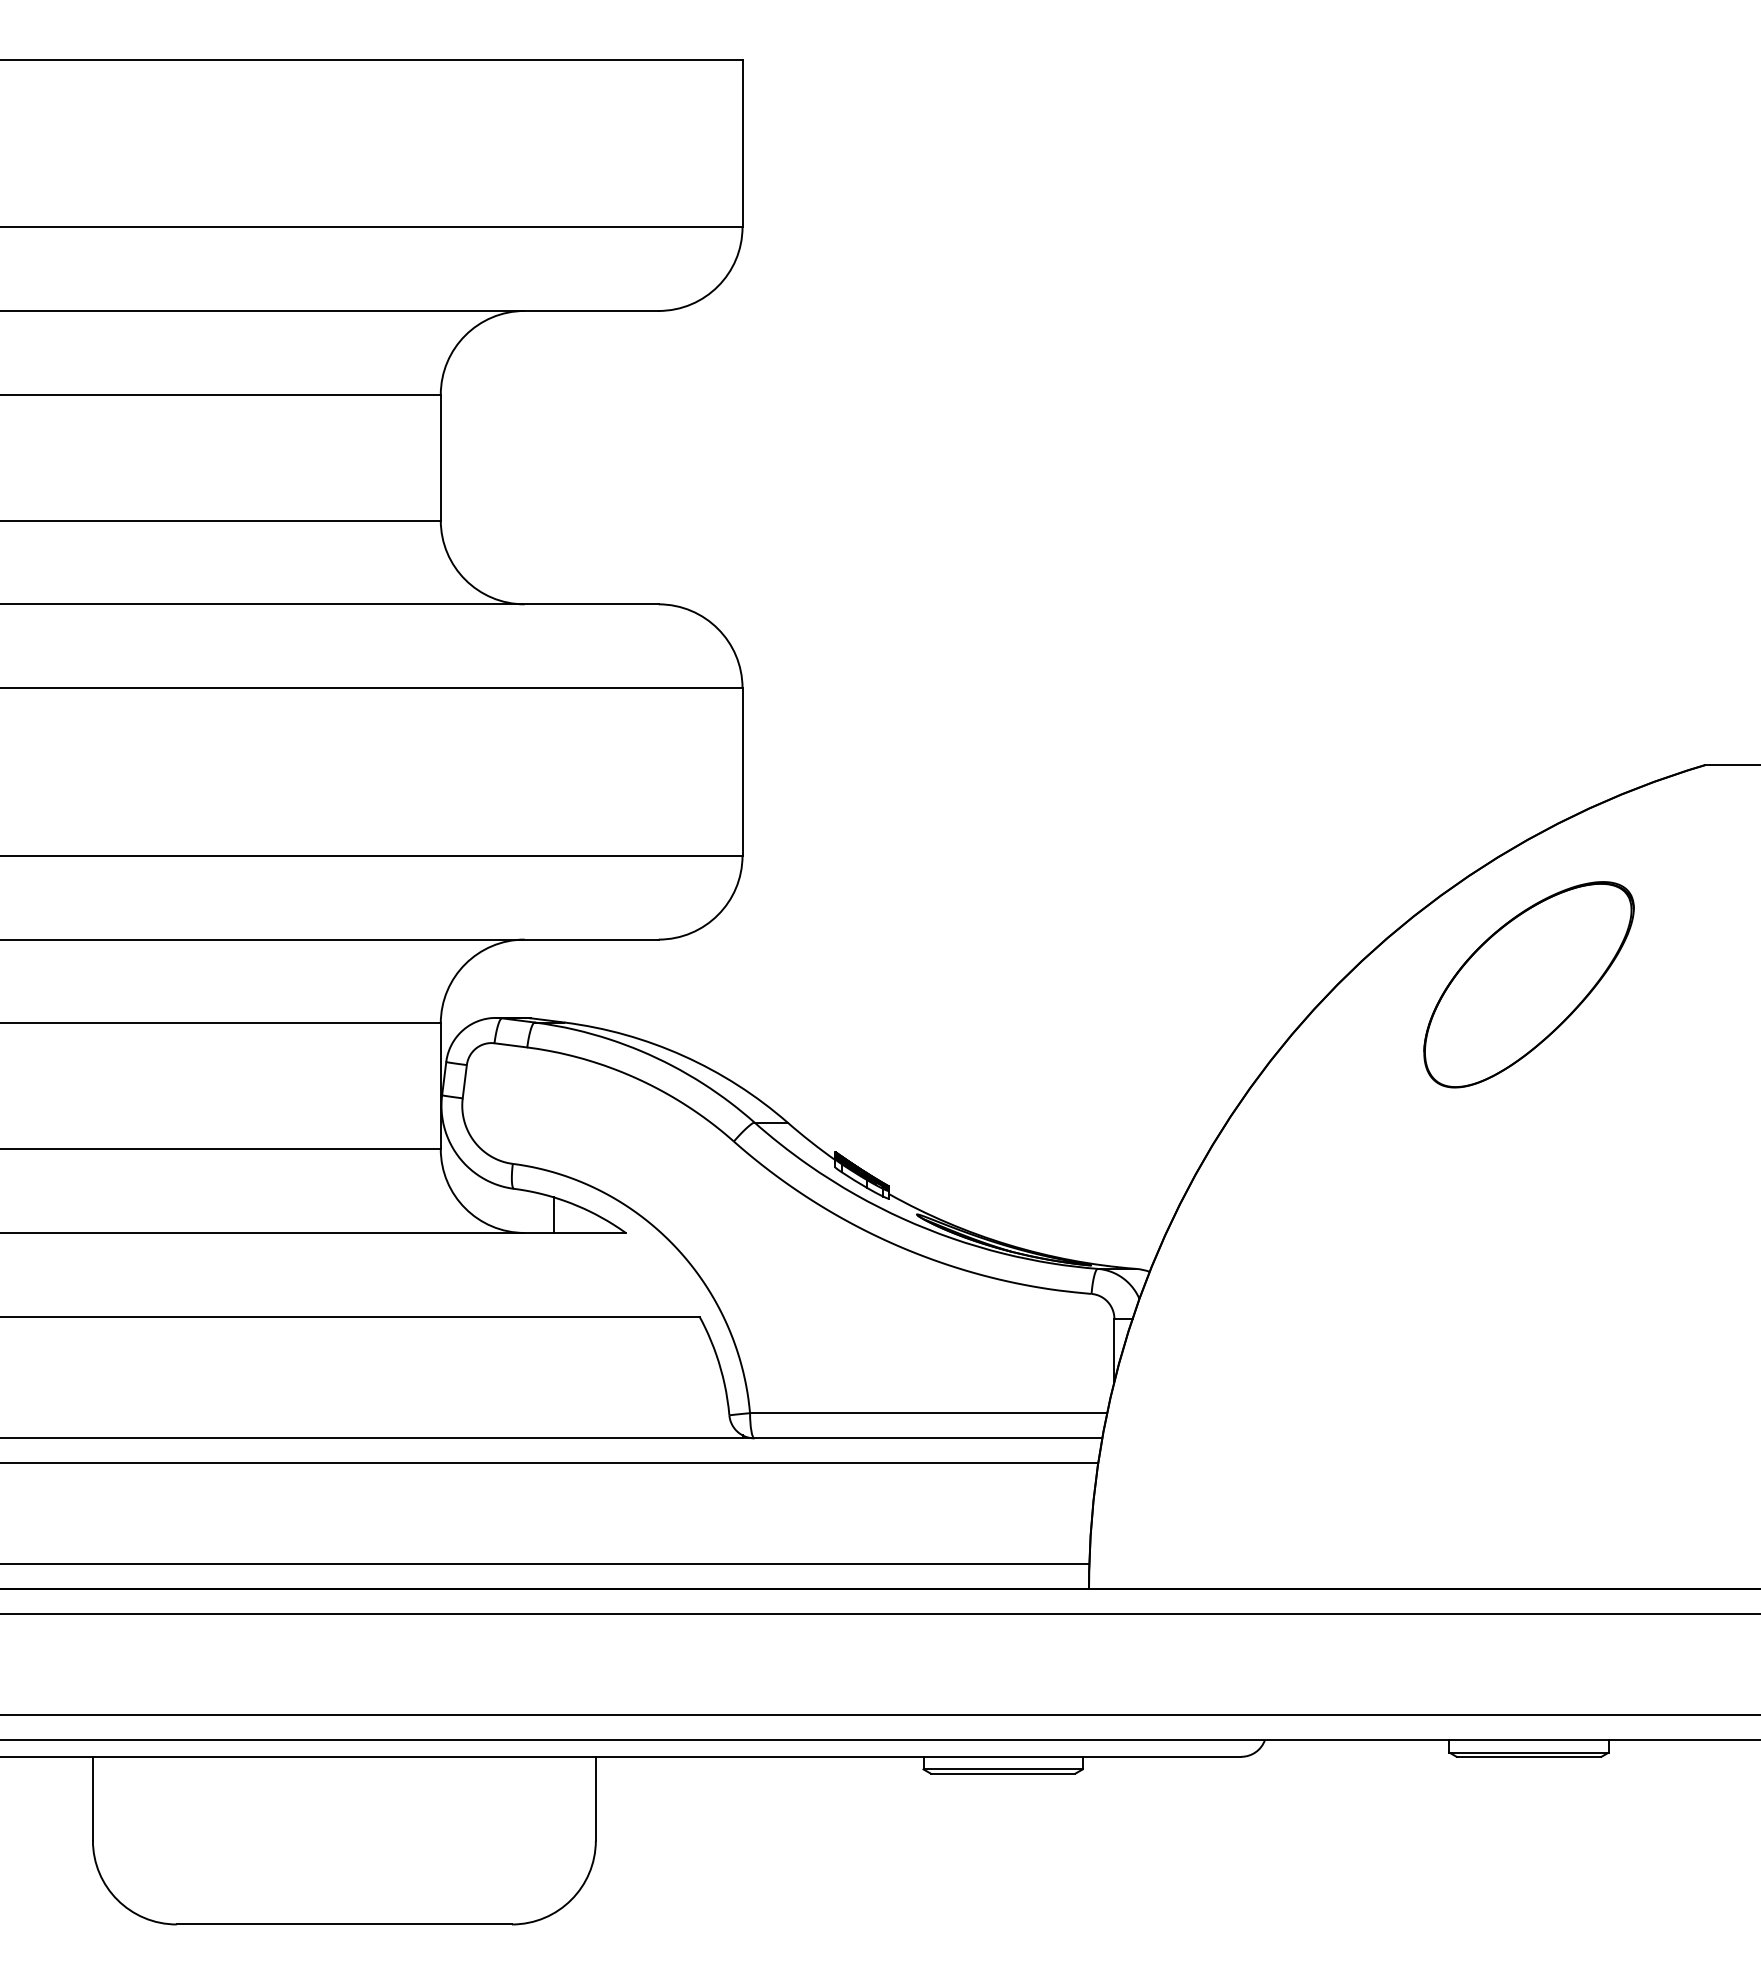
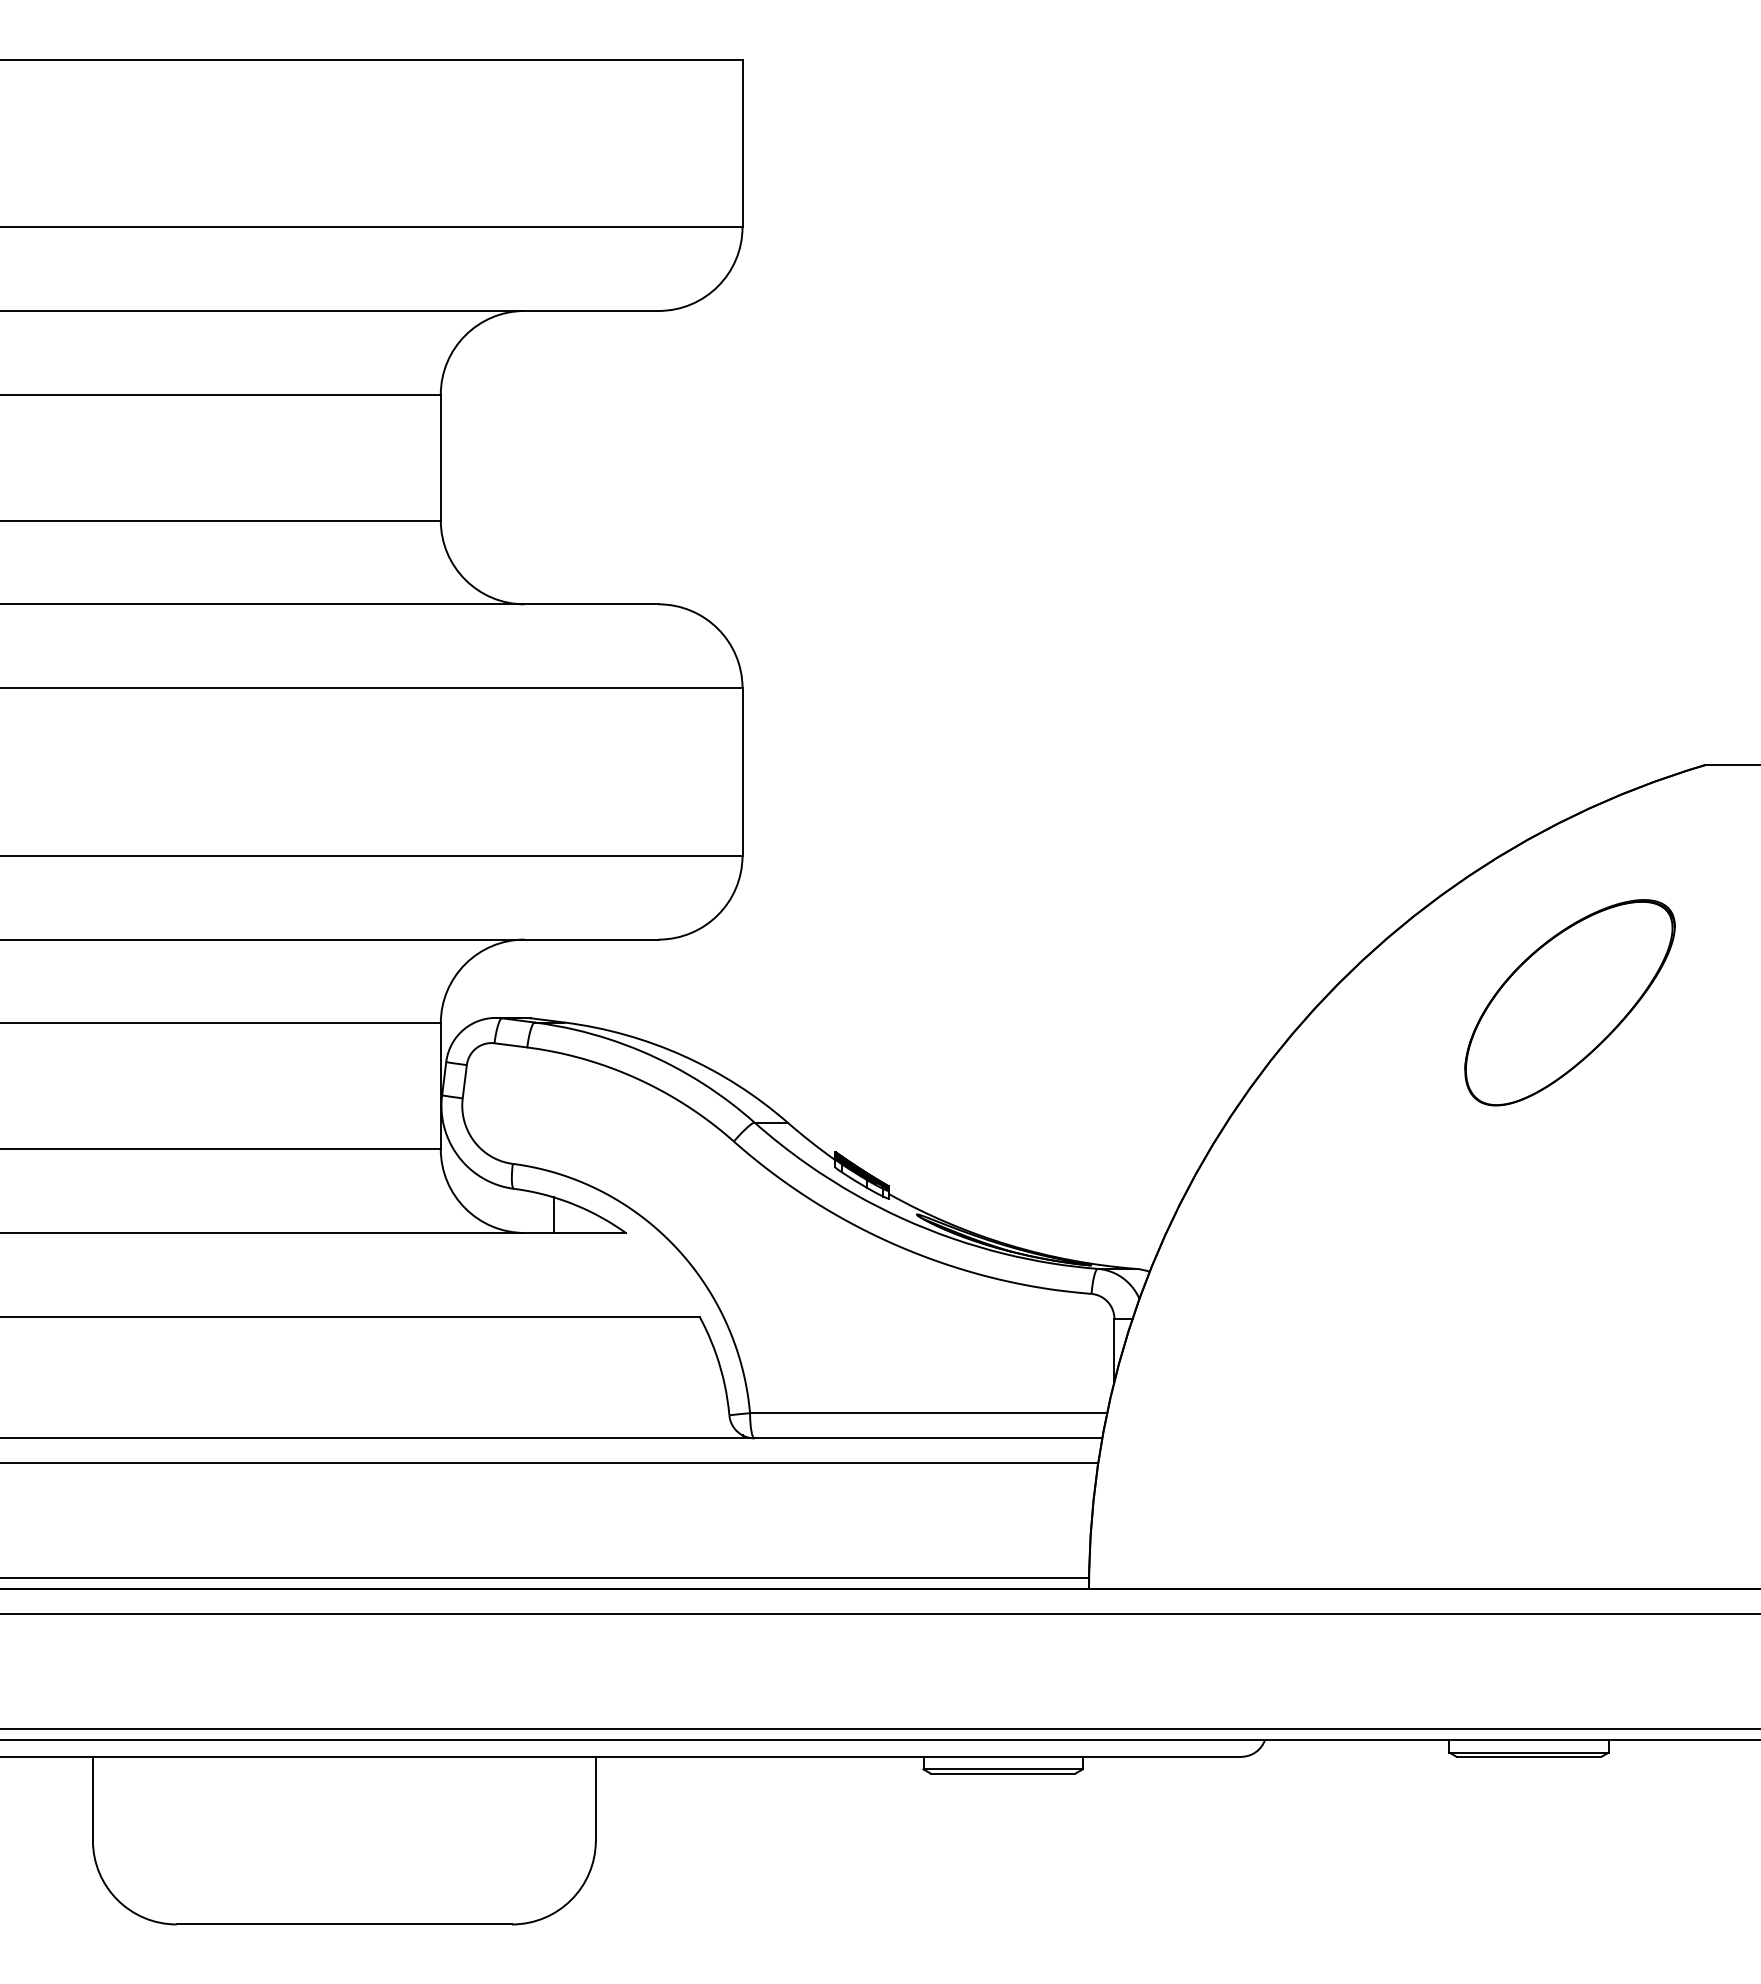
part at (1528, 984) position: (1528, 984) -> (1569, 1002)
line at (545, 1564) position: (545, 1564) -> (545, 1578)
line at (879, 1714) position: (879, 1714) -> (879, 1728)
